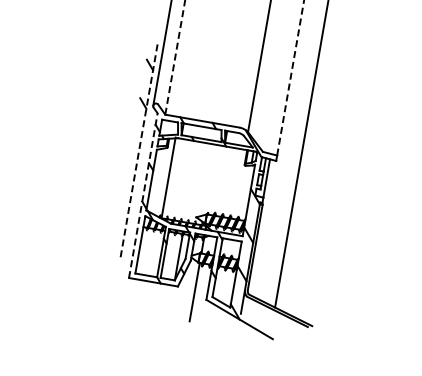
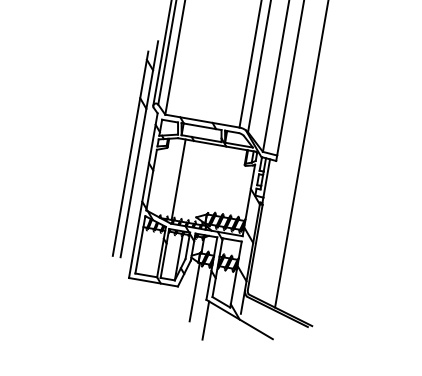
line at (167, 53): none -> present
line at (175, 57): dashed -> solid
line at (250, 64): none -> present
line at (275, 76): none -> present
line at (290, 77): dashed -> solid
line at (139, 149): dashed -> solid
line at (130, 153): none -> present
line at (168, 177) position: (168, 177) -> (178, 179)
line at (143, 195): dashed -> solid
line at (205, 320): none -> present
